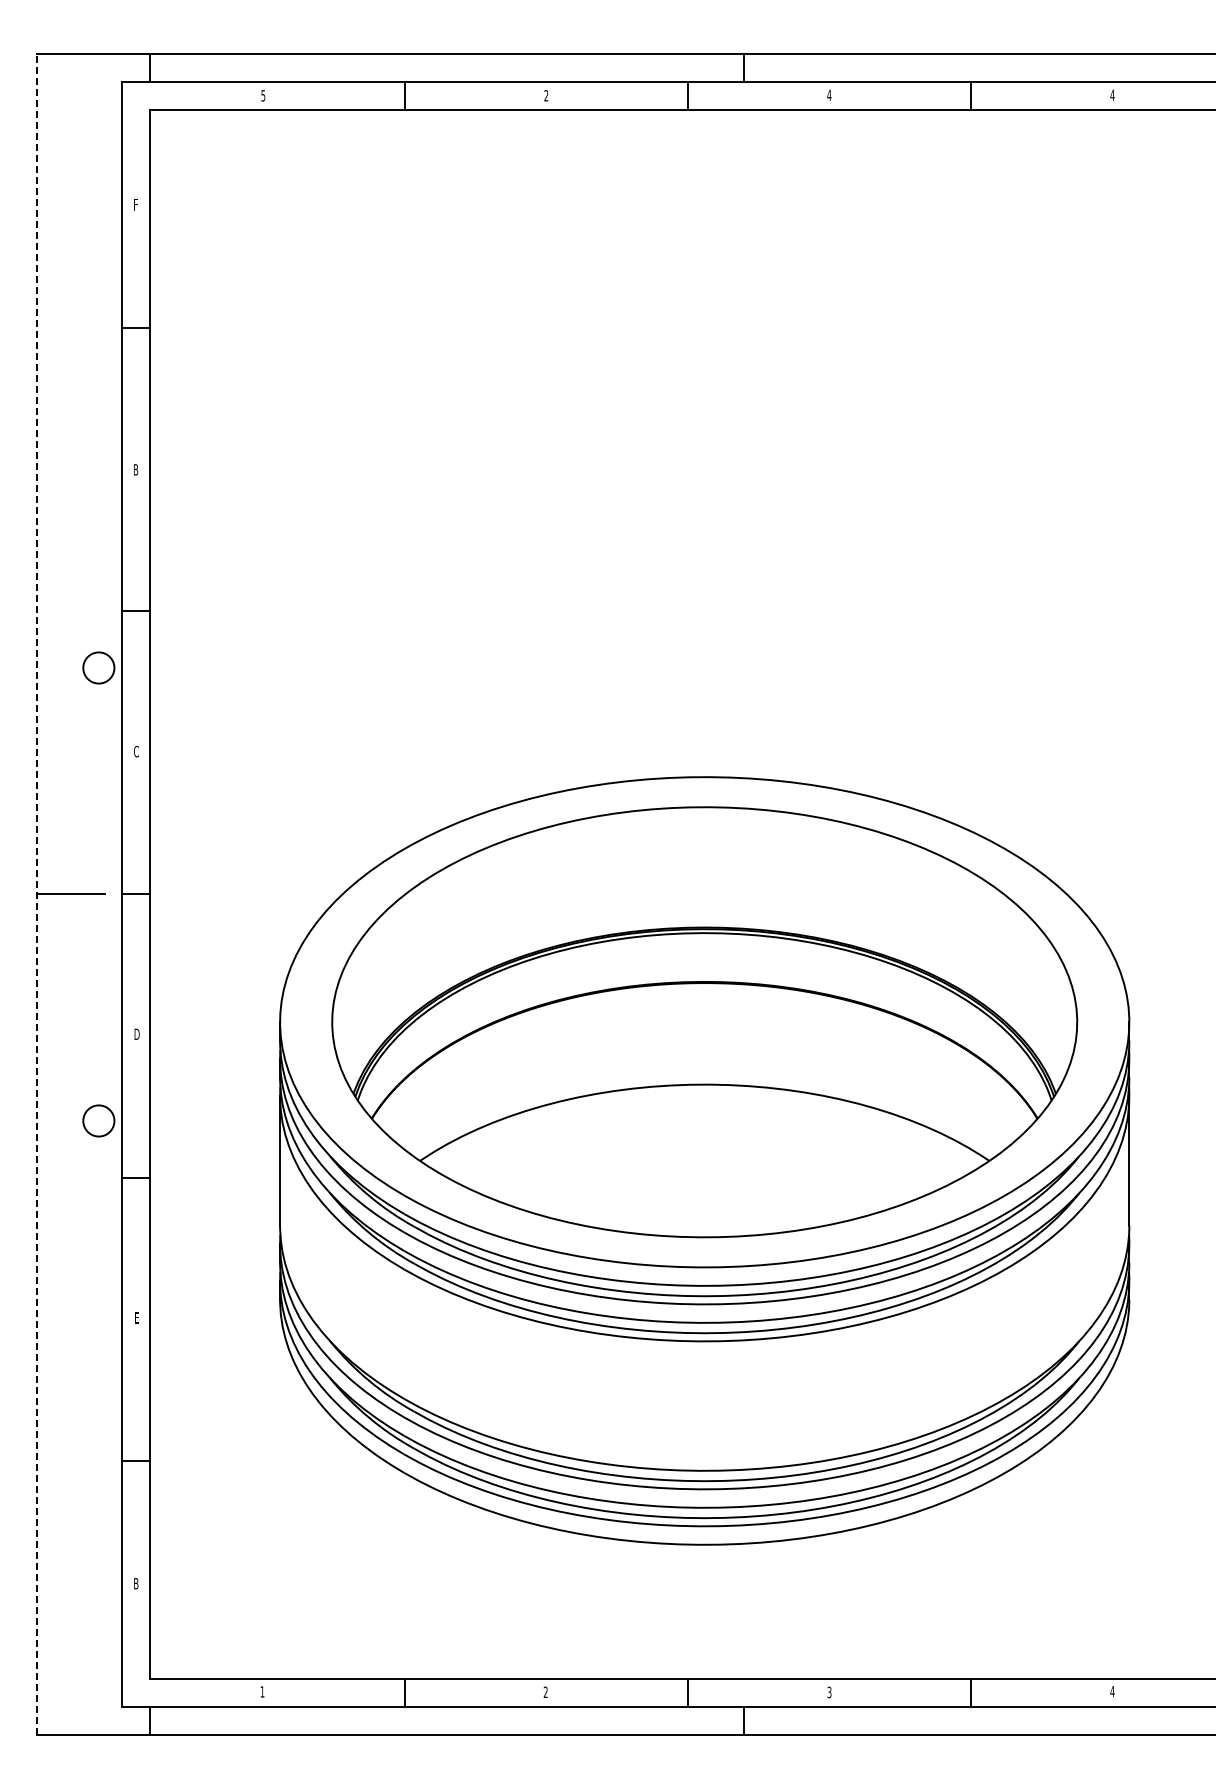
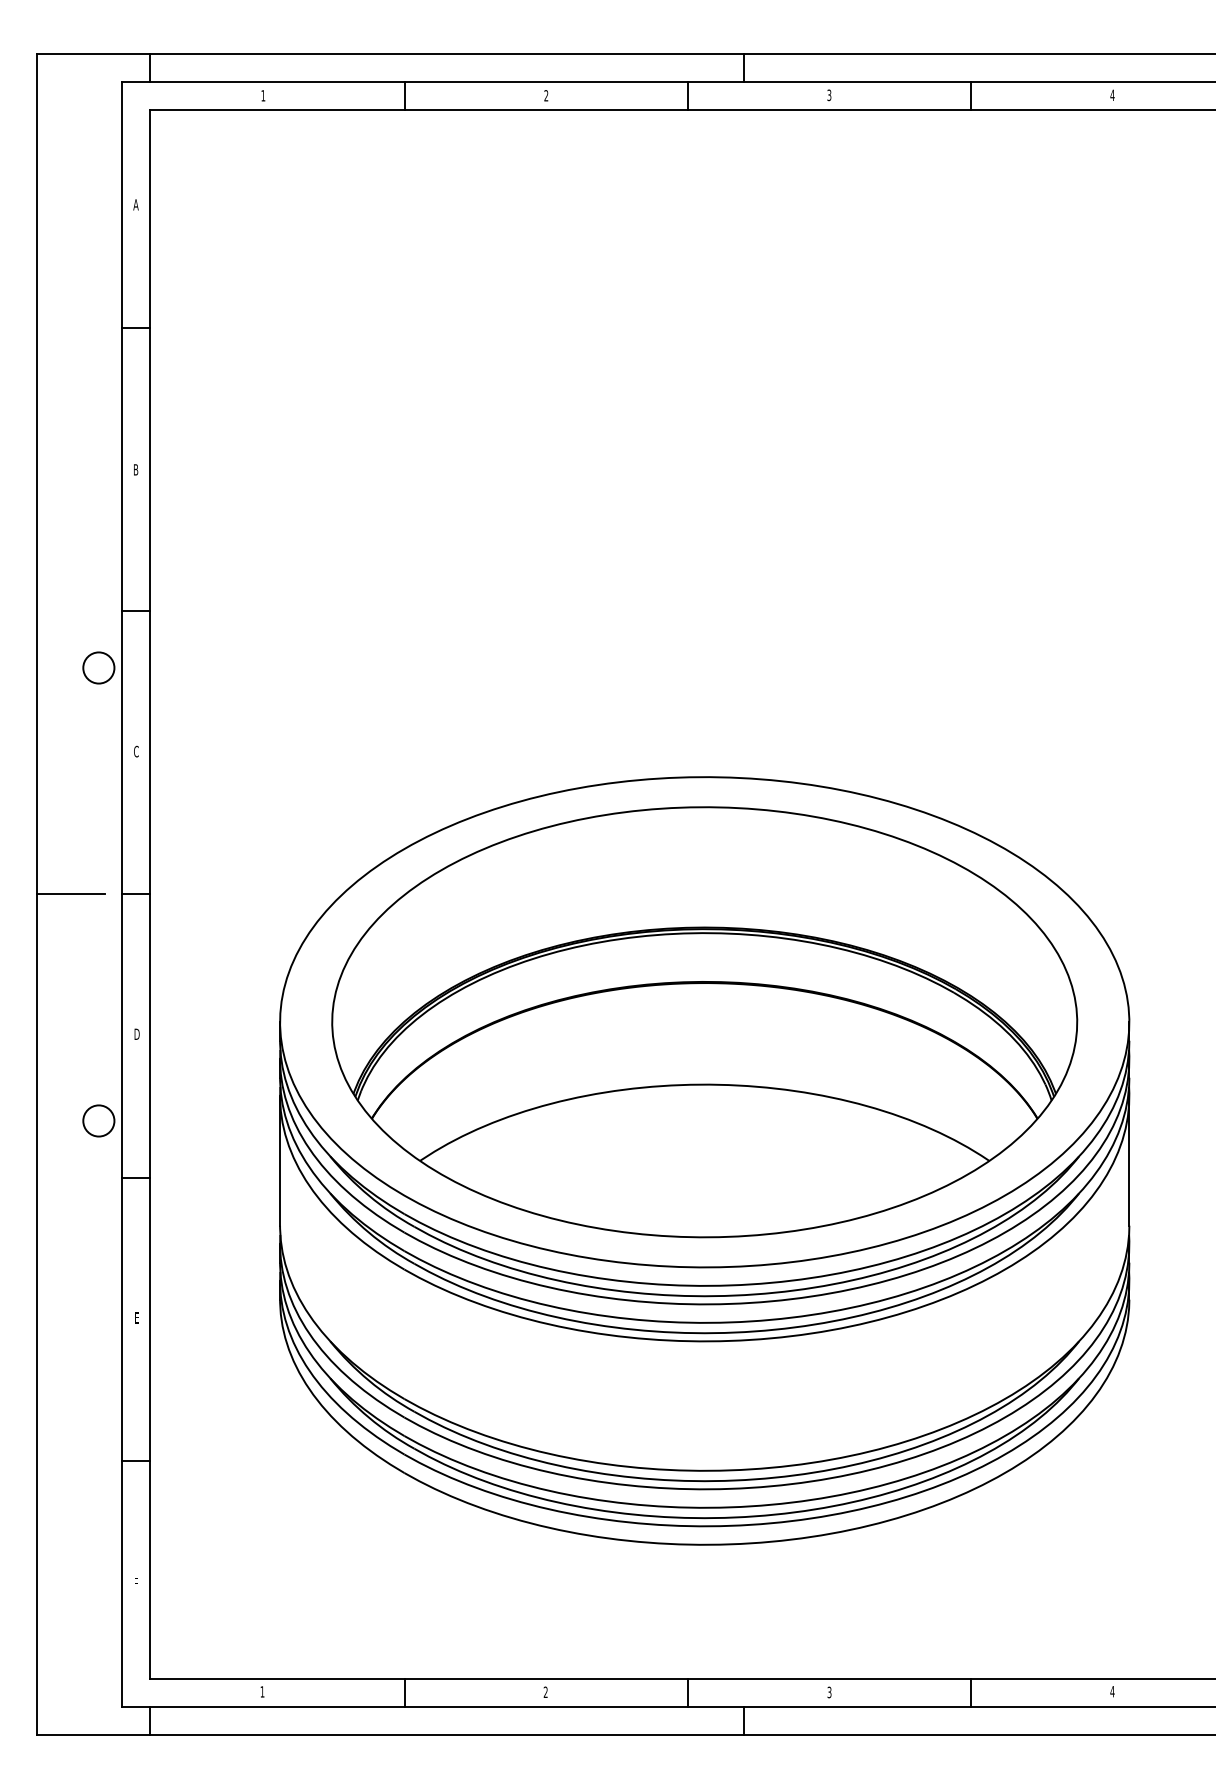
text at (263, 95): 5 -> 1
text at (829, 95): 4 -> 3
text at (135, 204): F -> A
line at (36, 894): dashed -> solid
text at (136, 1583): B -> F
